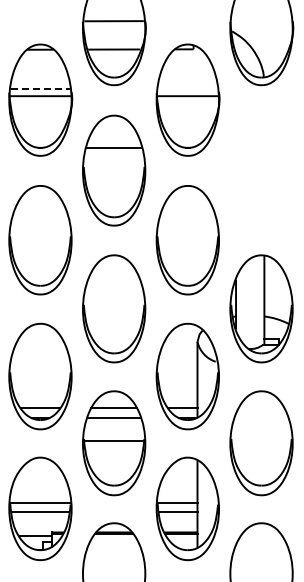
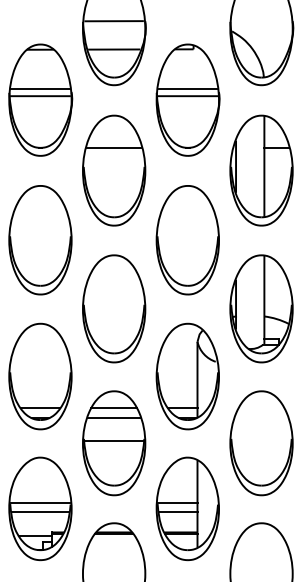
line at (40, 88): dashed -> solid
line at (187, 88): none -> present
part at (261, 170): none -> present
